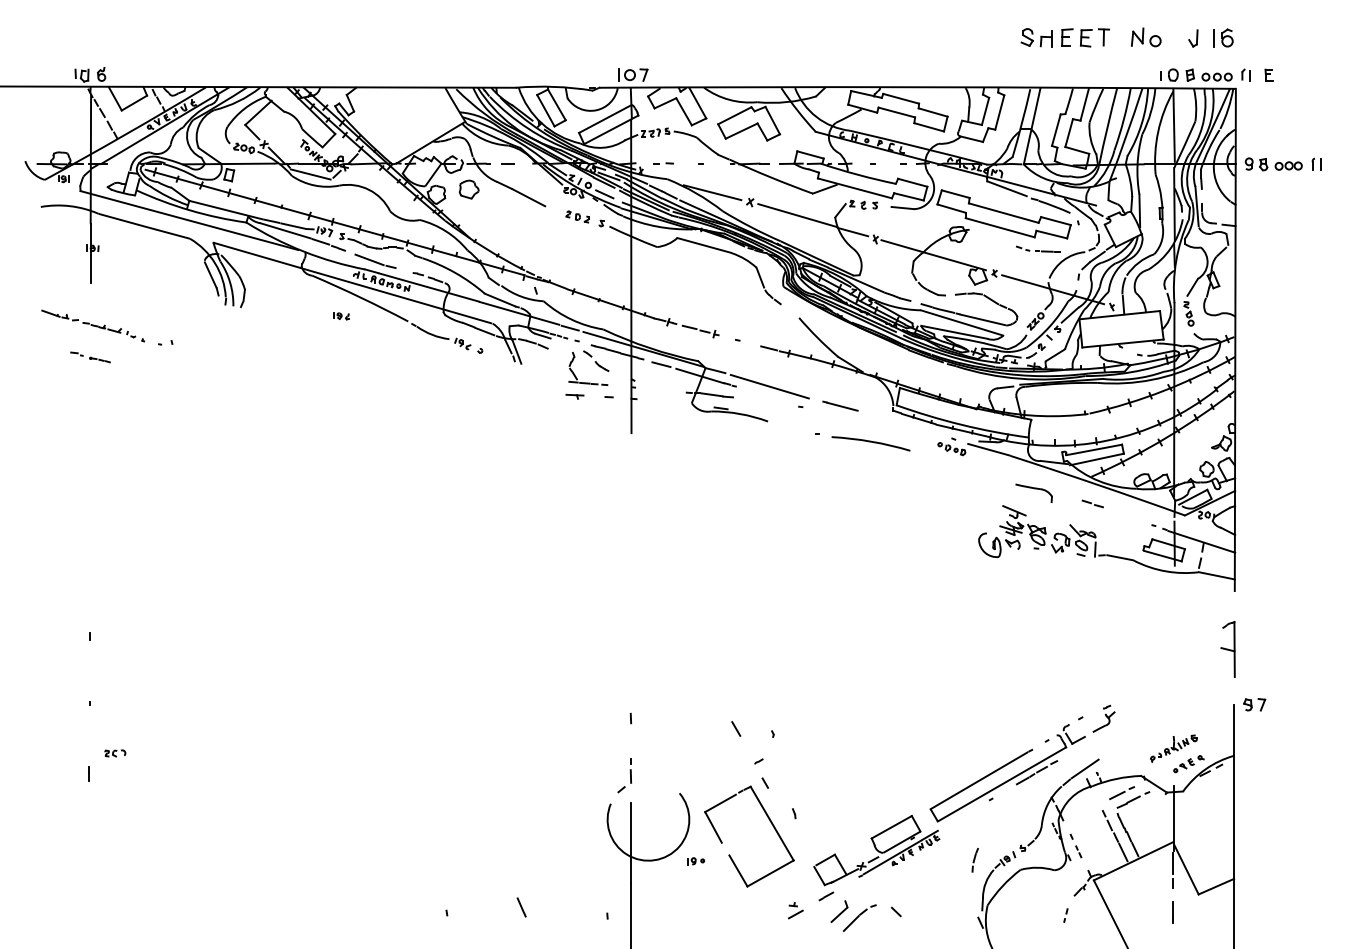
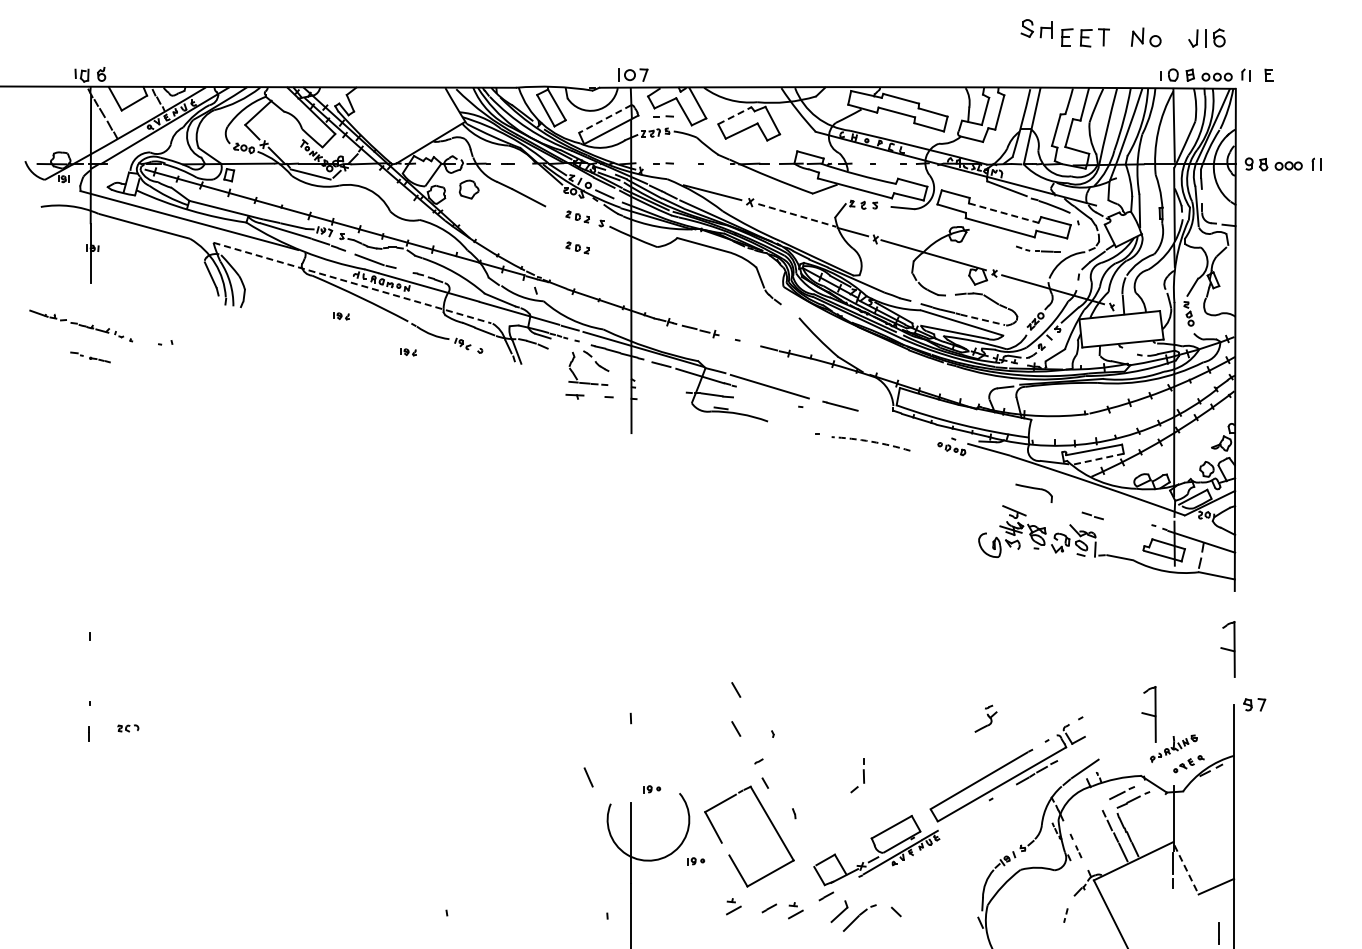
part at (1036, 37) position: (1036, 37) -> (1036, 28)
part at (1223, 37) position: (1223, 37) -> (1215, 37)
line at (734, 115): solid -> dashed
part at (663, 116): none -> present
line at (605, 119): solid -> dashed
line at (1004, 213): solid -> dashed
line at (797, 215): solid -> dashed
part at (577, 247): none -> present
line at (352, 283): solid -> dashed
line at (982, 319): solid -> dashed
part at (93, 325) position: (93, 325) -> (81, 325)
part at (408, 352): none -> present
arc at (871, 441): solid -> dashed
line at (1096, 459): solid -> dashed
line at (1091, 503) position: (1091, 503) -> (1091, 515)
line at (736, 689): none -> present
part at (1148, 714): none -> present
part at (1103, 718) position: (1103, 718) -> (985, 718)
part at (115, 753) position: (115, 753) -> (128, 728)
line at (88, 773) position: (88, 773) -> (88, 733)
part at (624, 775) position: (624, 775) -> (857, 775)
part at (652, 789): none -> present
part at (974, 859): present -> none
line at (1186, 870): solid -> dashed
part at (733, 906): none -> present
line at (521, 907) position: (521, 907) -> (588, 777)
line at (769, 908): none -> present
line at (1172, 912) position: (1172, 912) -> (1218, 933)
